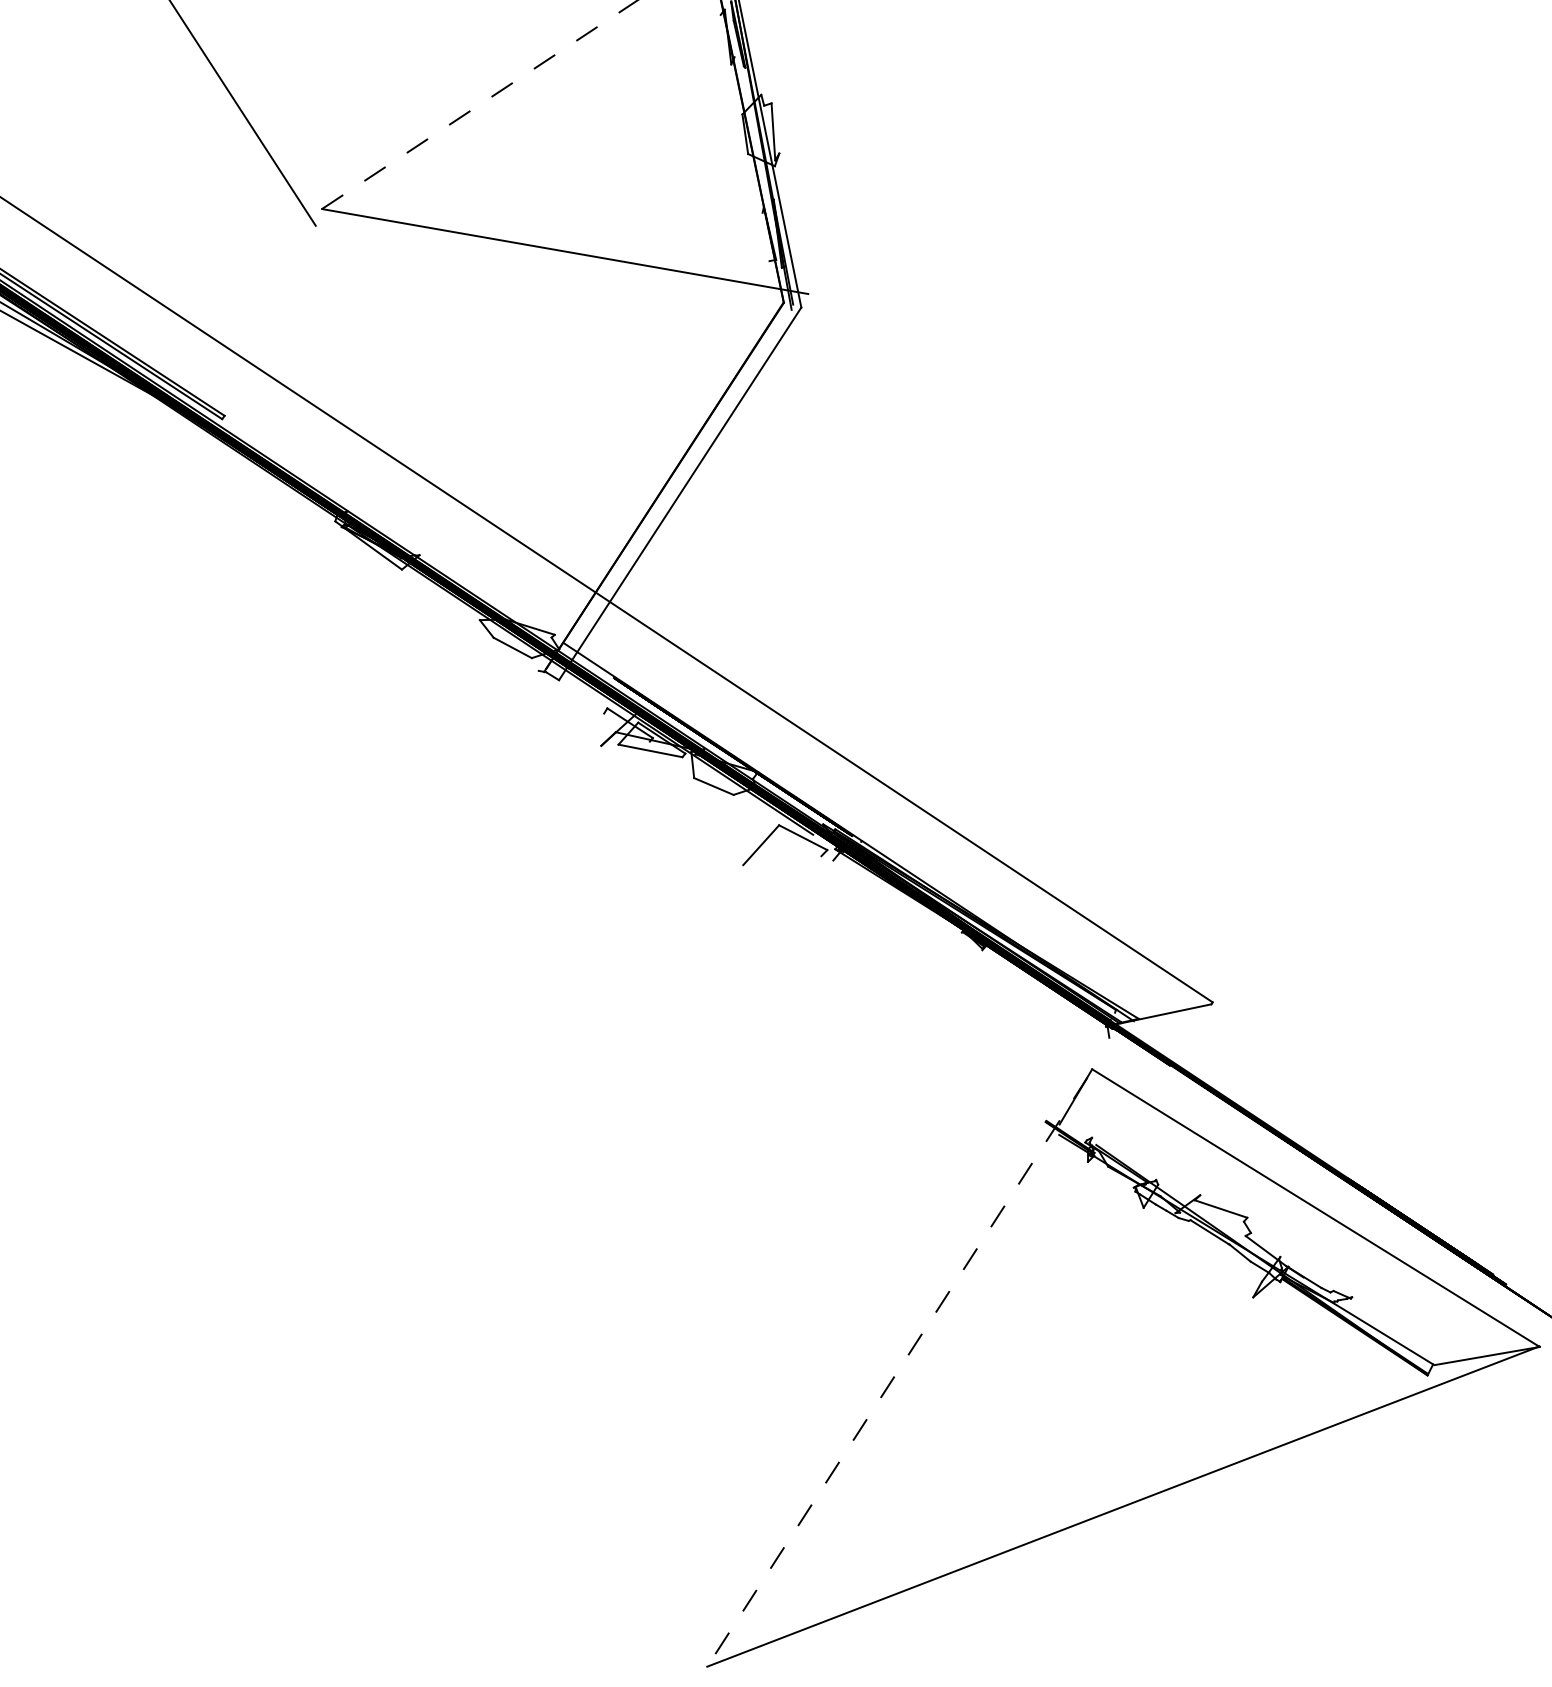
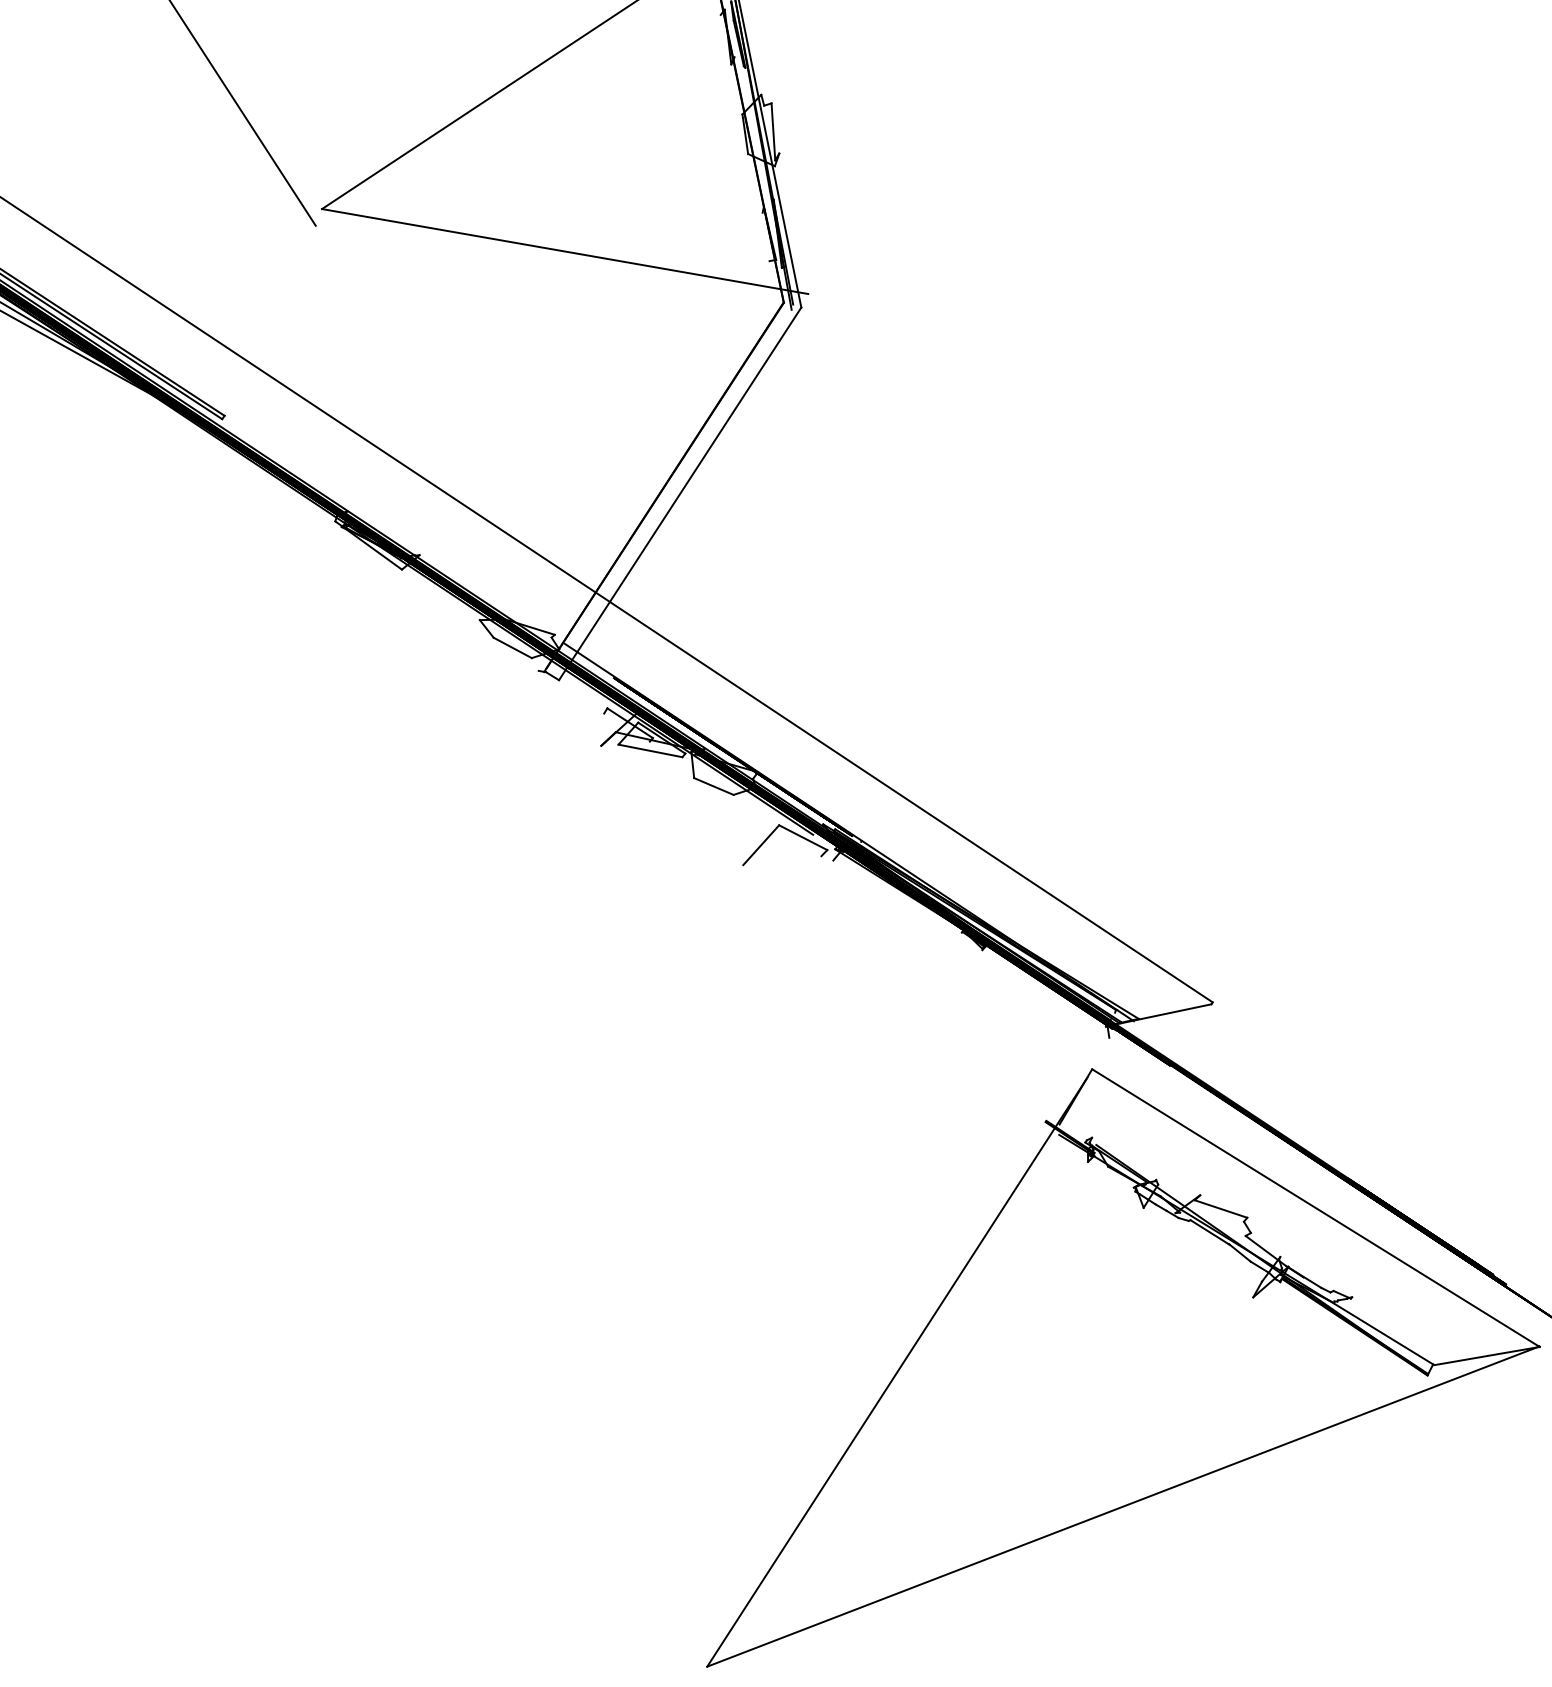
line at (480, 104): dashed -> solid
line at (897, 1372): dashed -> solid
